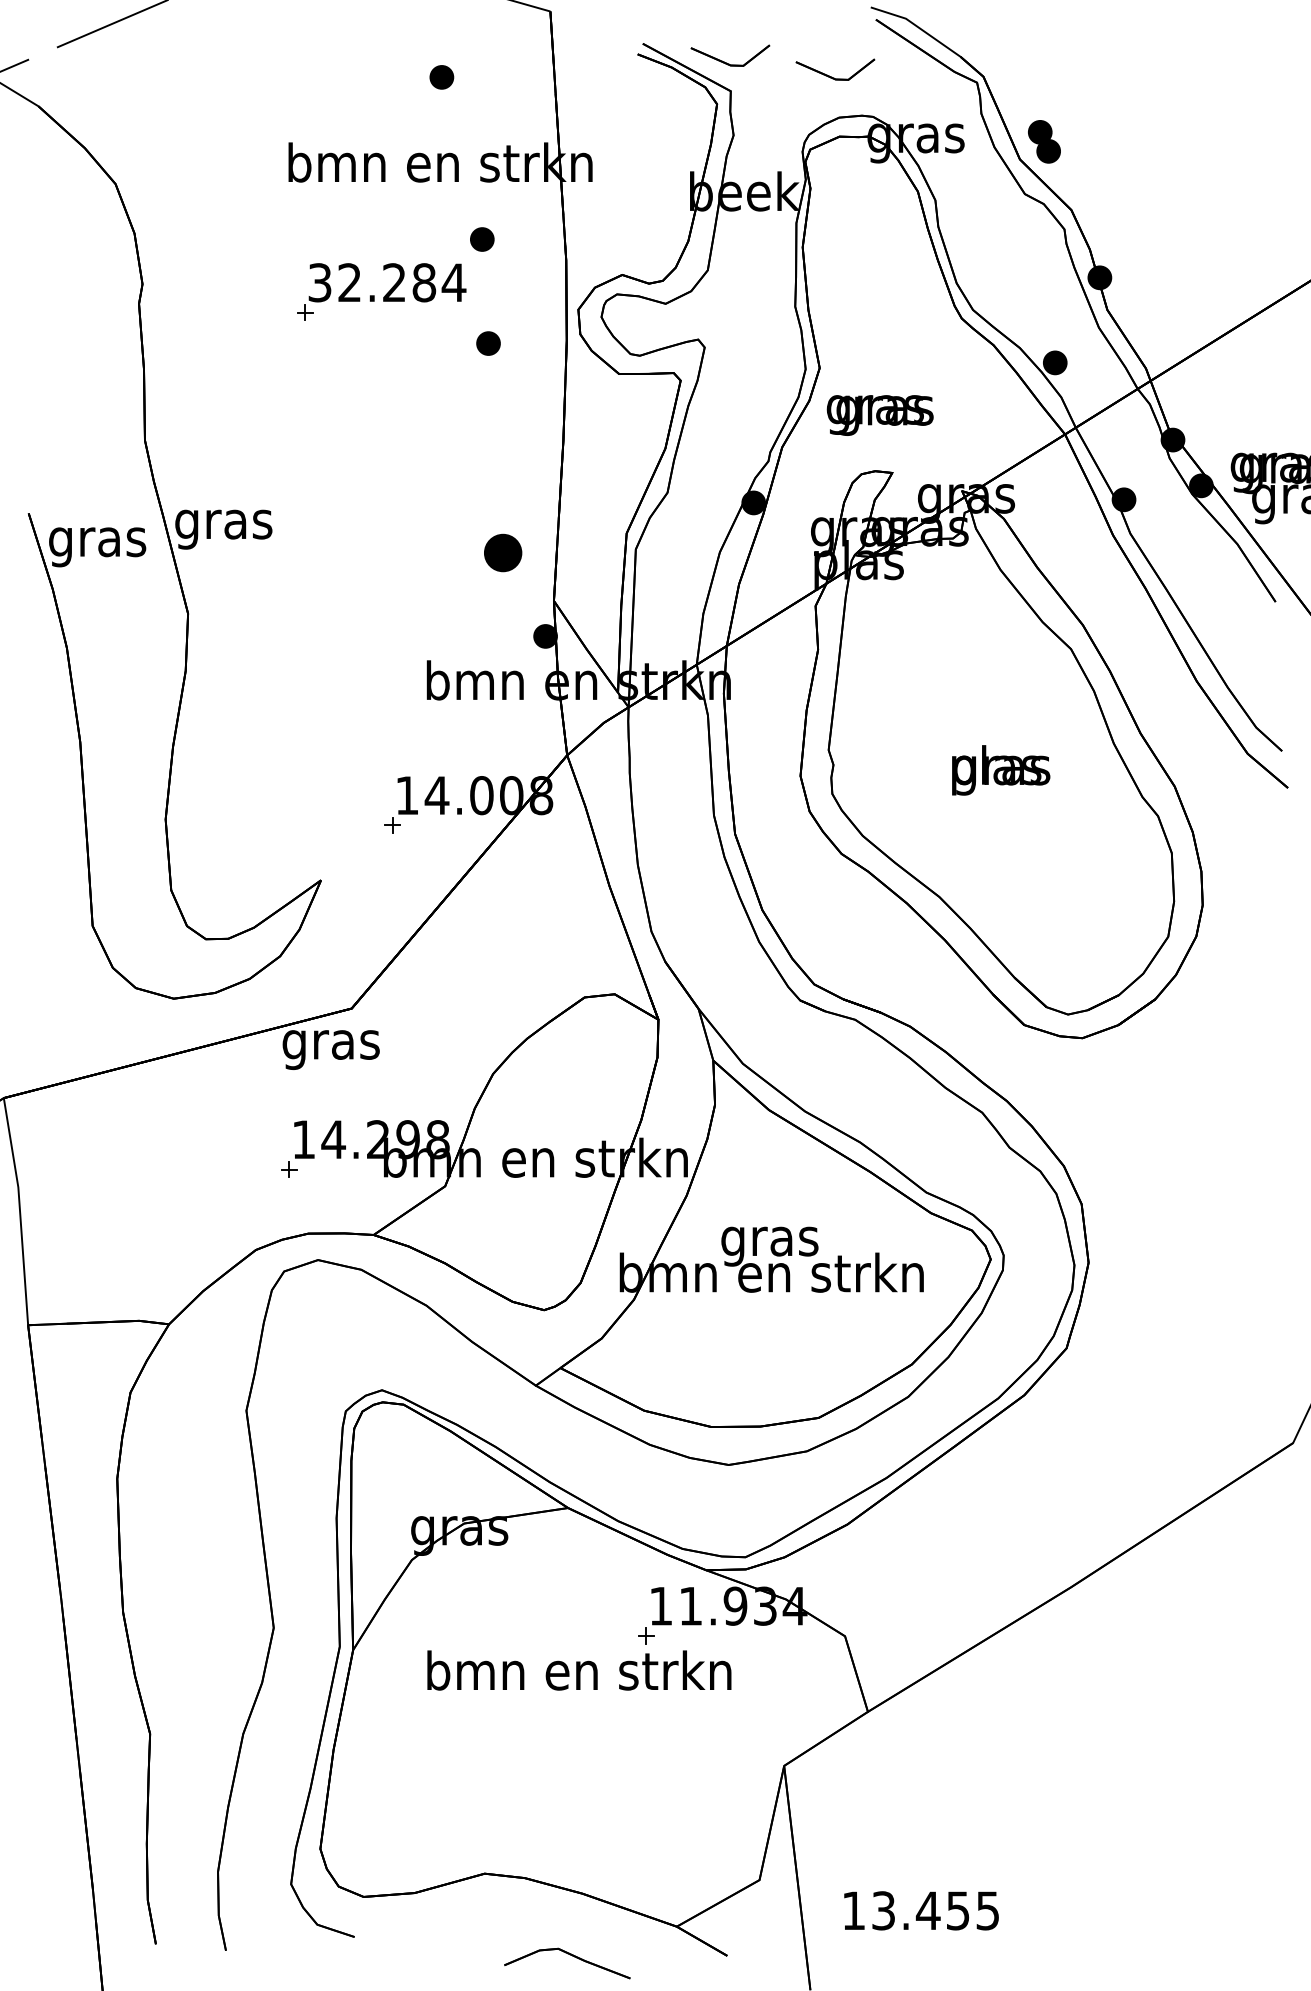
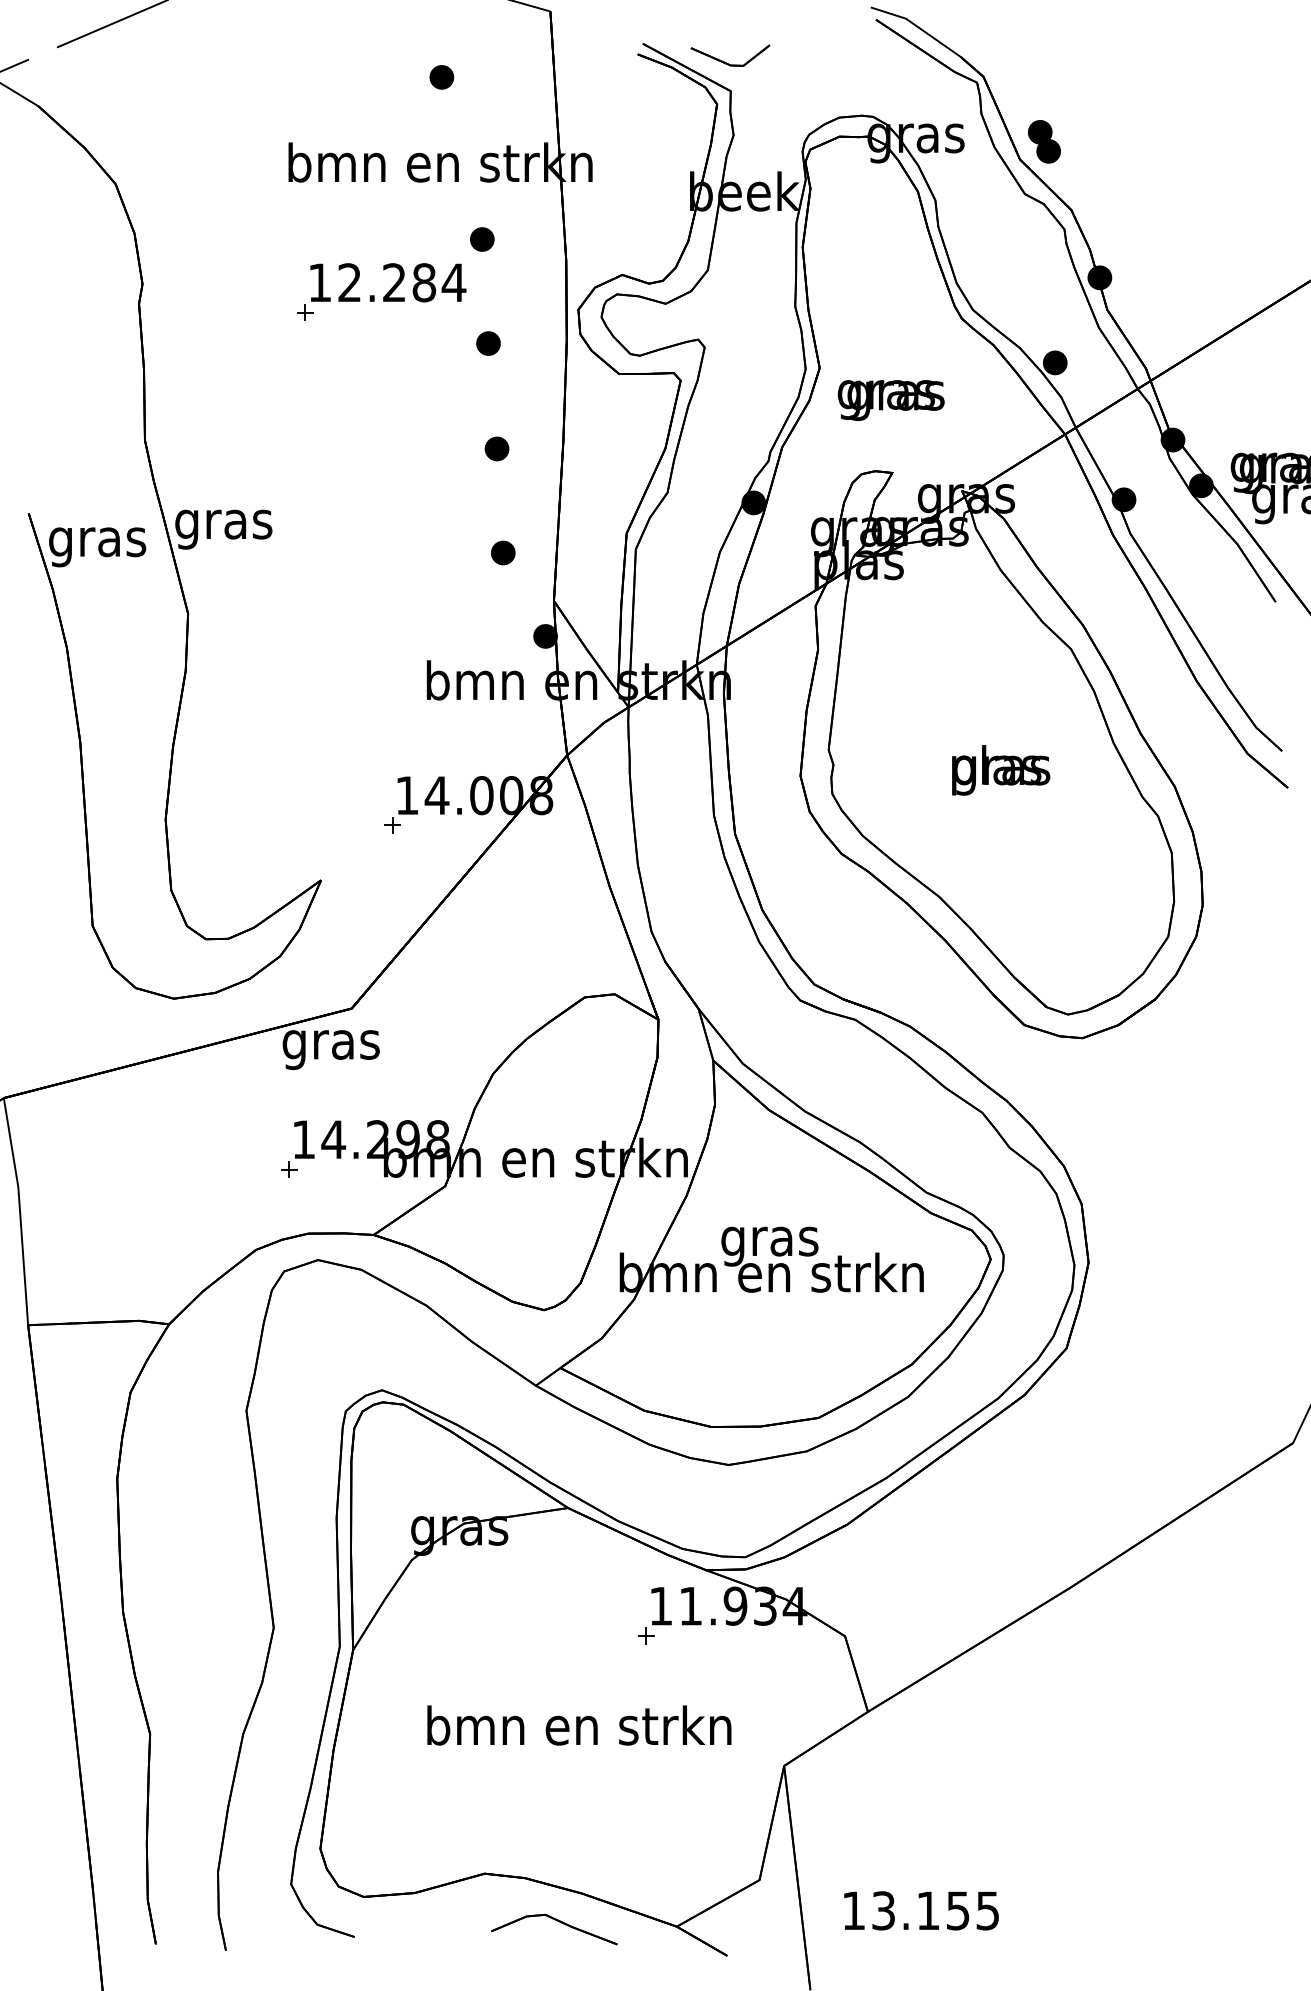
part at (831, 76): present -> none
text at (319, 282): 32.284 -> 12.284
text at (879, 415) position: (879, 415) -> (890, 400)
part at (496, 448): none -> present
part at (503, 552) size: 39x40 px -> 25x26 px
text at (579, 1670) position: (579, 1670) -> (579, 1725)
text at (927, 1910): 13.455 -> 13.155
part at (570, 1955) position: (570, 1955) -> (557, 1921)
